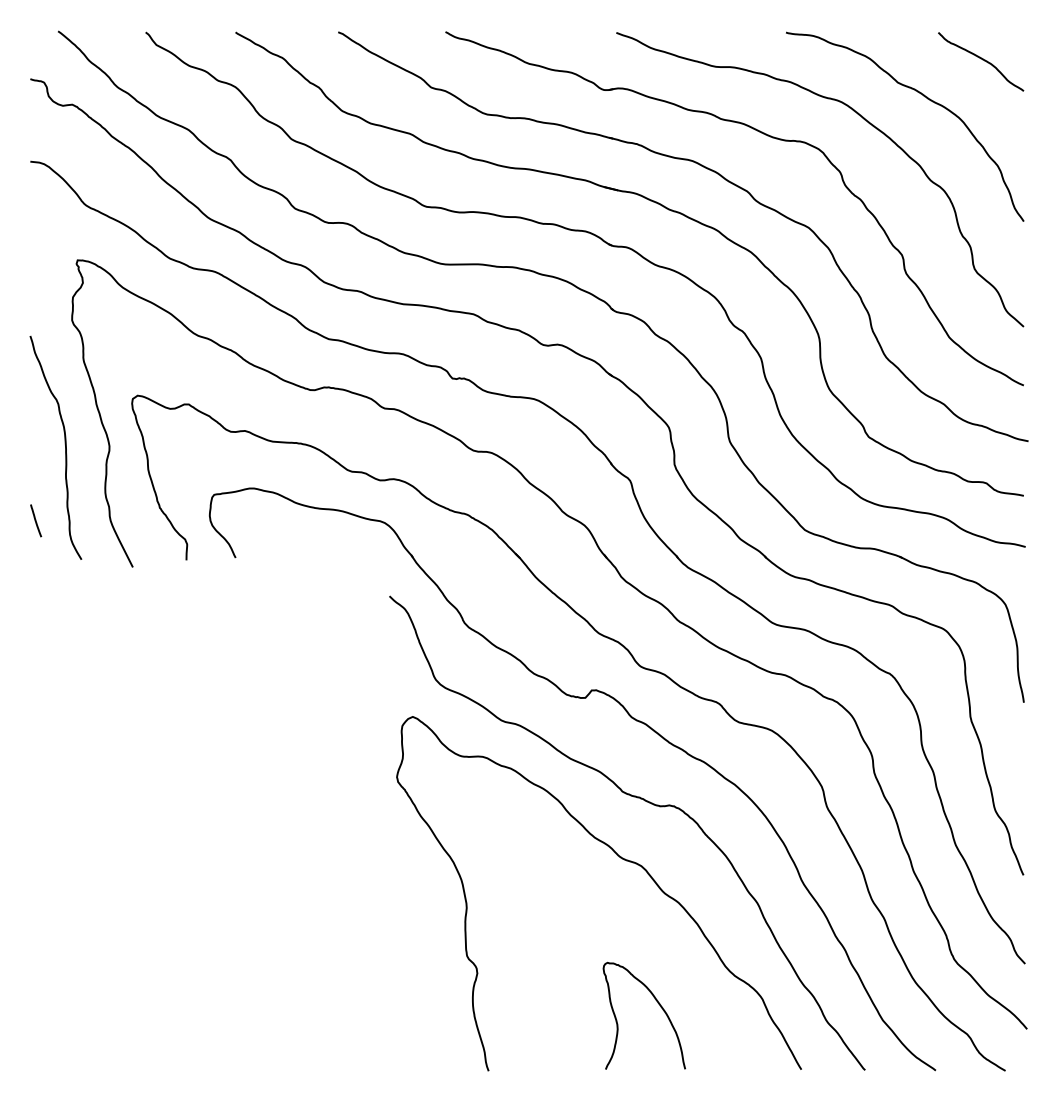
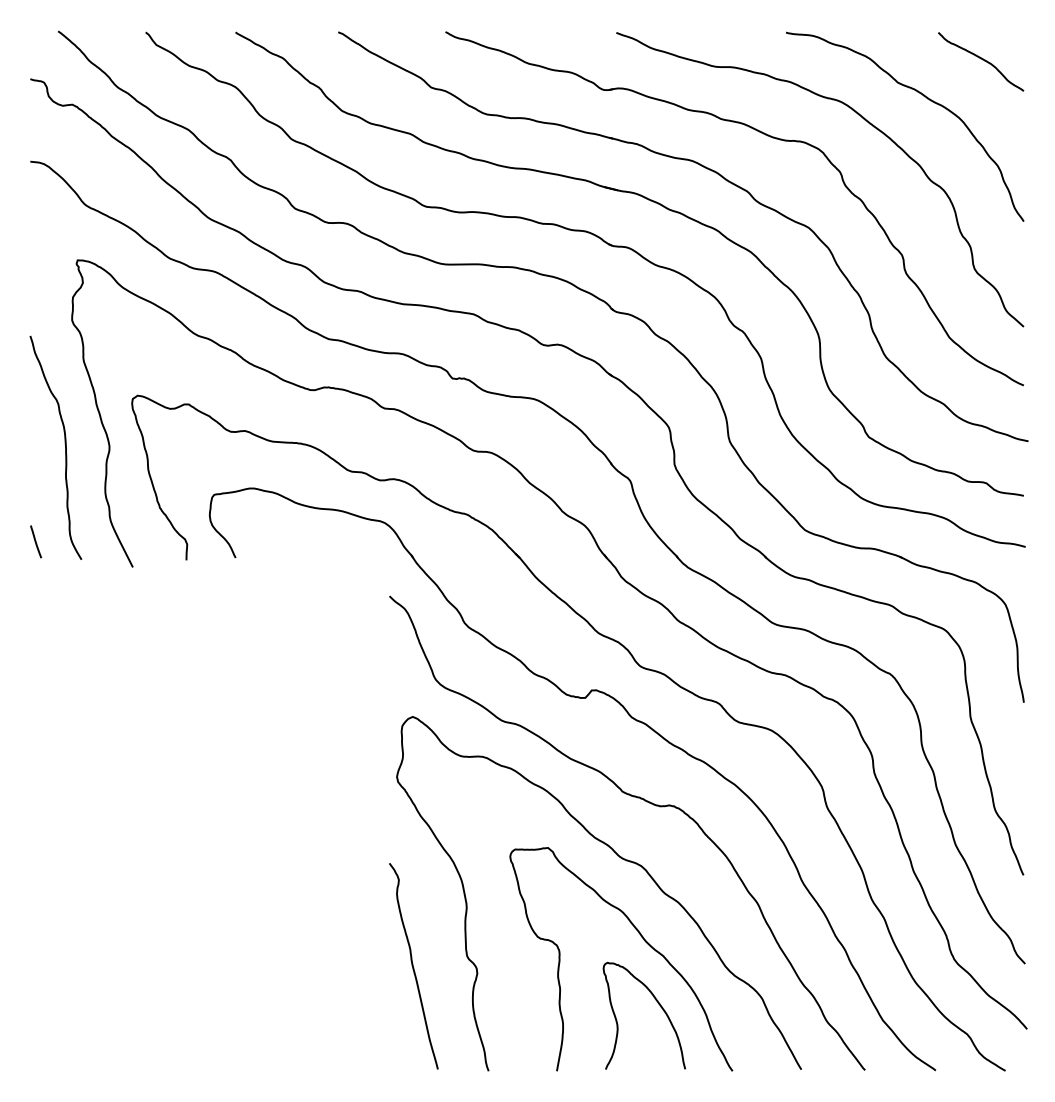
line at (36, 520) position: (36, 520) -> (36, 541)
curve at (643, 940): none -> present
curve at (413, 966): none -> present
